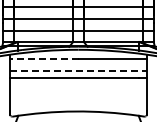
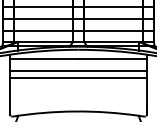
line at (43, 59): dashed -> solid
line at (79, 70): dashed -> solid
